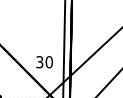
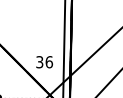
text at (49, 62): 30 -> 36
